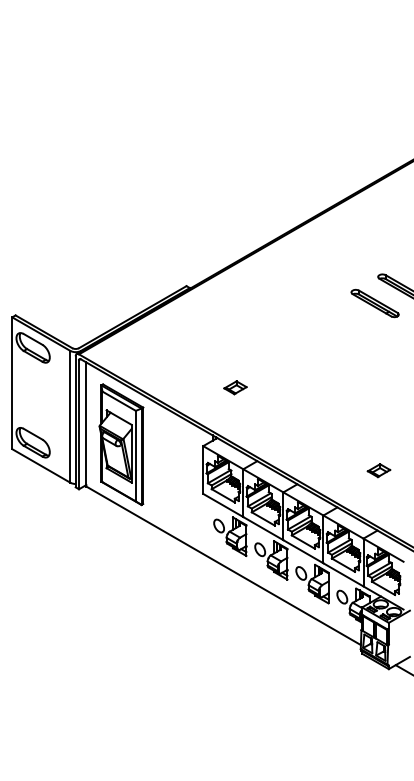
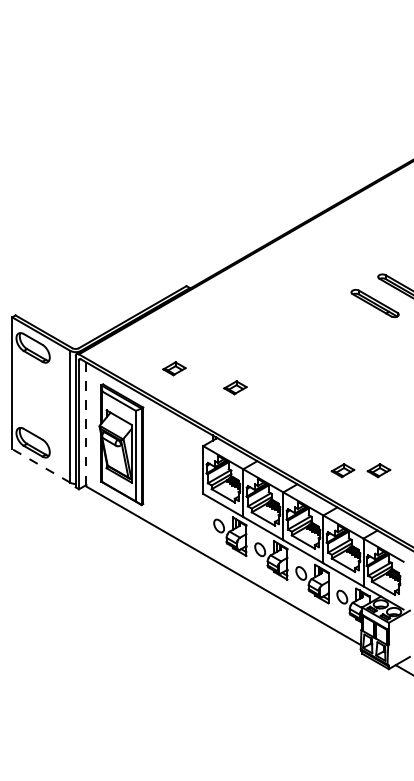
part at (174, 368): none -> present
line at (86, 425): solid -> dashed
line at (41, 465): solid -> dashed
part at (342, 470): none -> present
